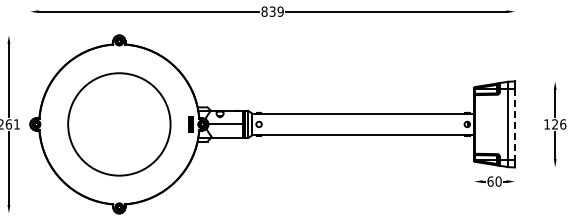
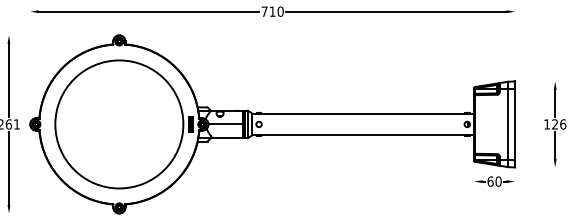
text at (272, 11): 839 -> 710
circle at (119, 124) diameter: 102 px -> 128 px
line at (515, 124): dashed -> solid
